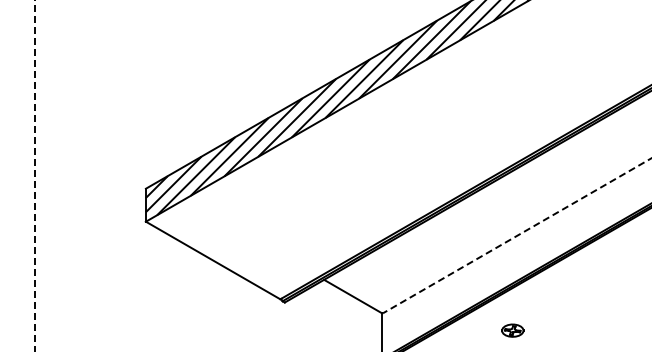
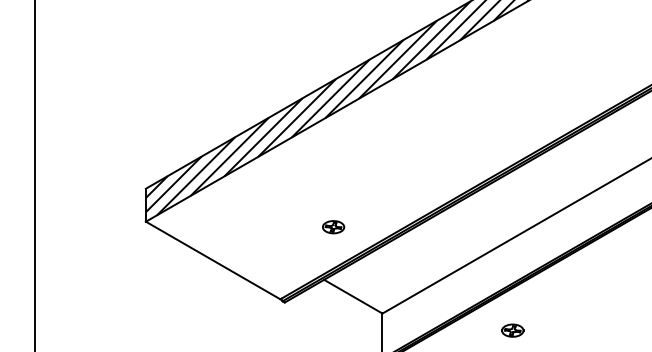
line at (35, 175): dashed -> solid
part at (333, 227): none -> present
line at (517, 235): dashed -> solid
